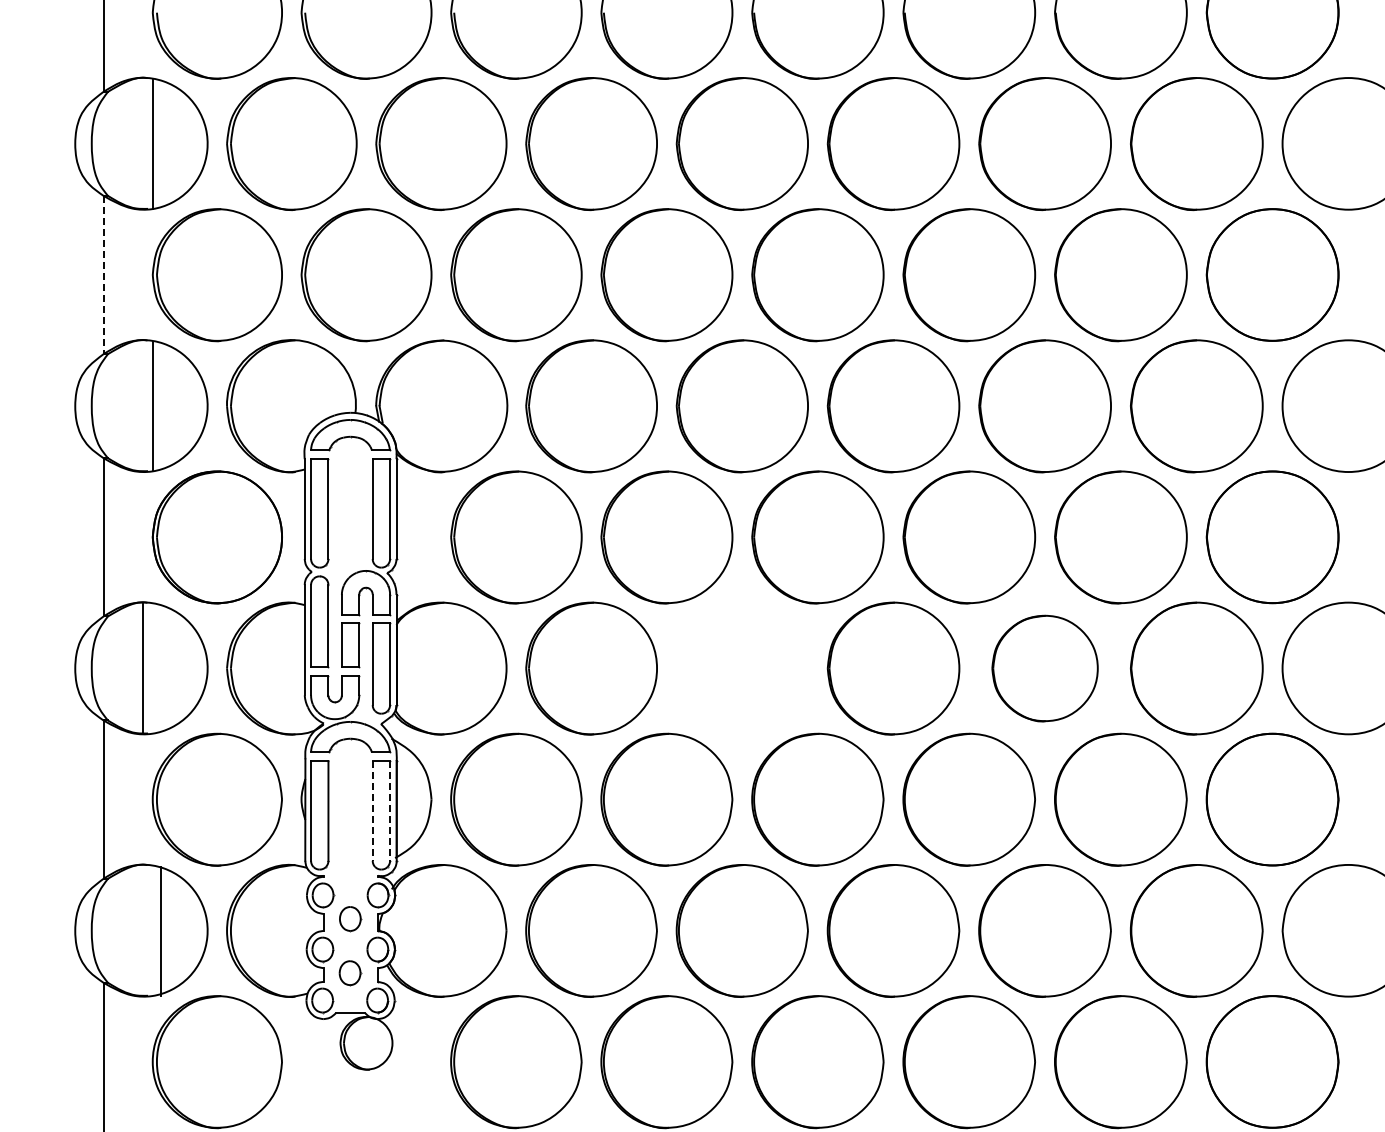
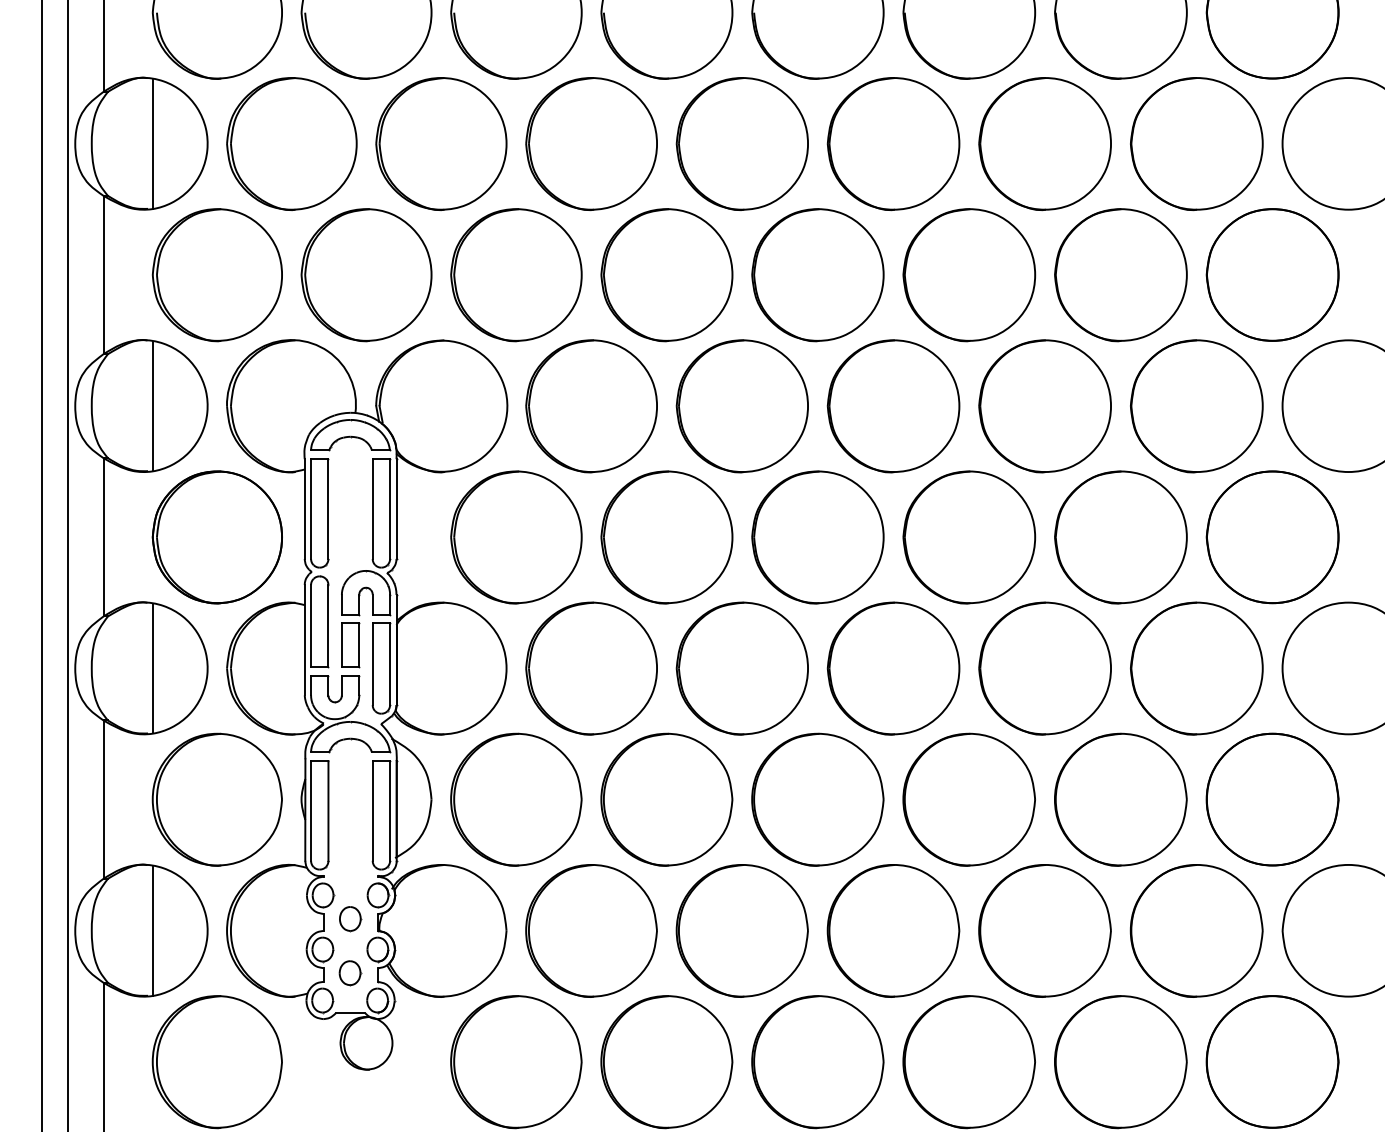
line at (103, 275): dashed -> solid
line at (41, 565): none -> present
line at (67, 565): none -> present
line at (143, 668) position: (143, 668) -> (153, 668)
part at (741, 668): none -> present
part at (1044, 668) size: 108x109 px -> 134x135 px
line at (372, 810): dashed -> solid
line at (390, 810): dashed -> solid
line at (161, 930) position: (161, 930) -> (153, 930)
